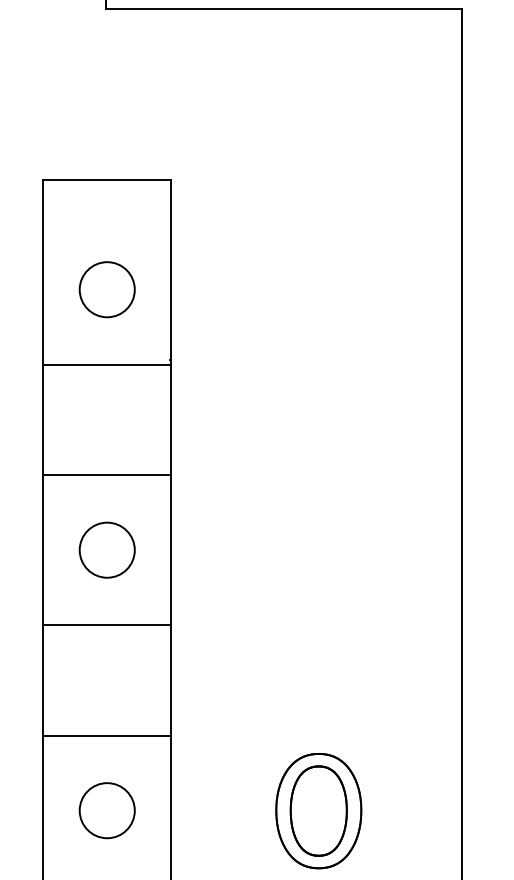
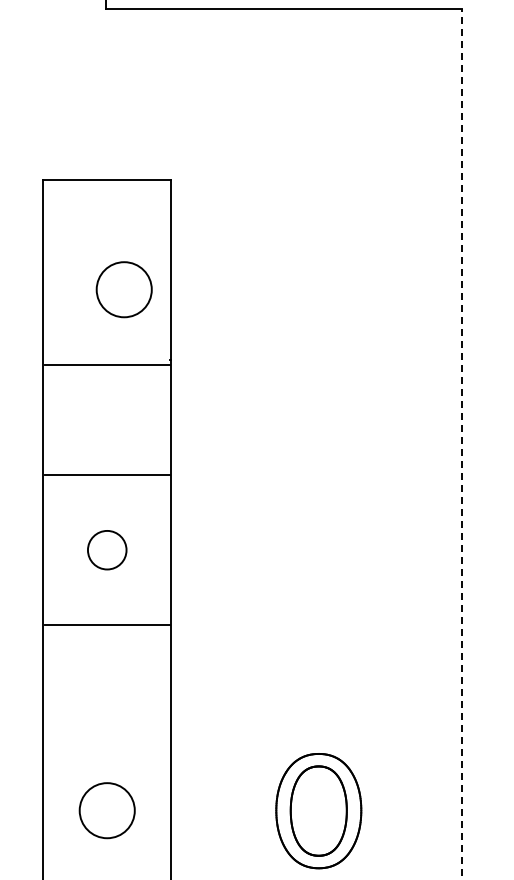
circle at (106, 289) position: (106, 289) -> (123, 289)
line at (461, 444): solid -> dashed
circle at (106, 549) diameter: 55 px -> 39 px
line at (106, 735): present -> none
